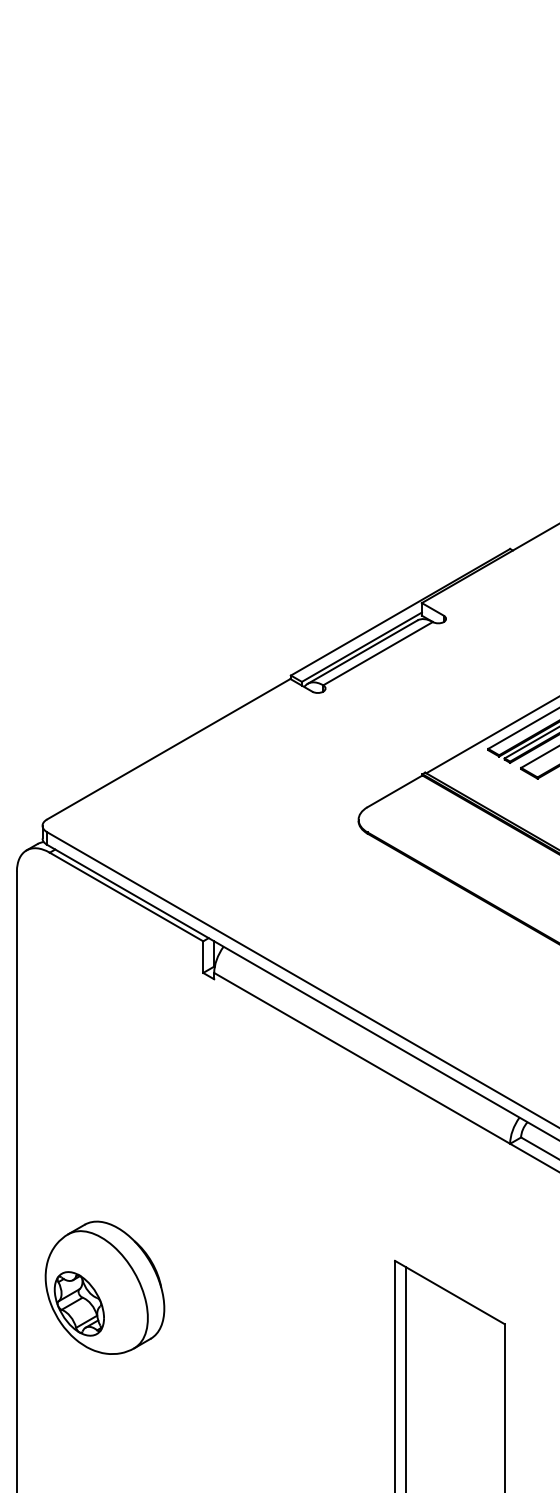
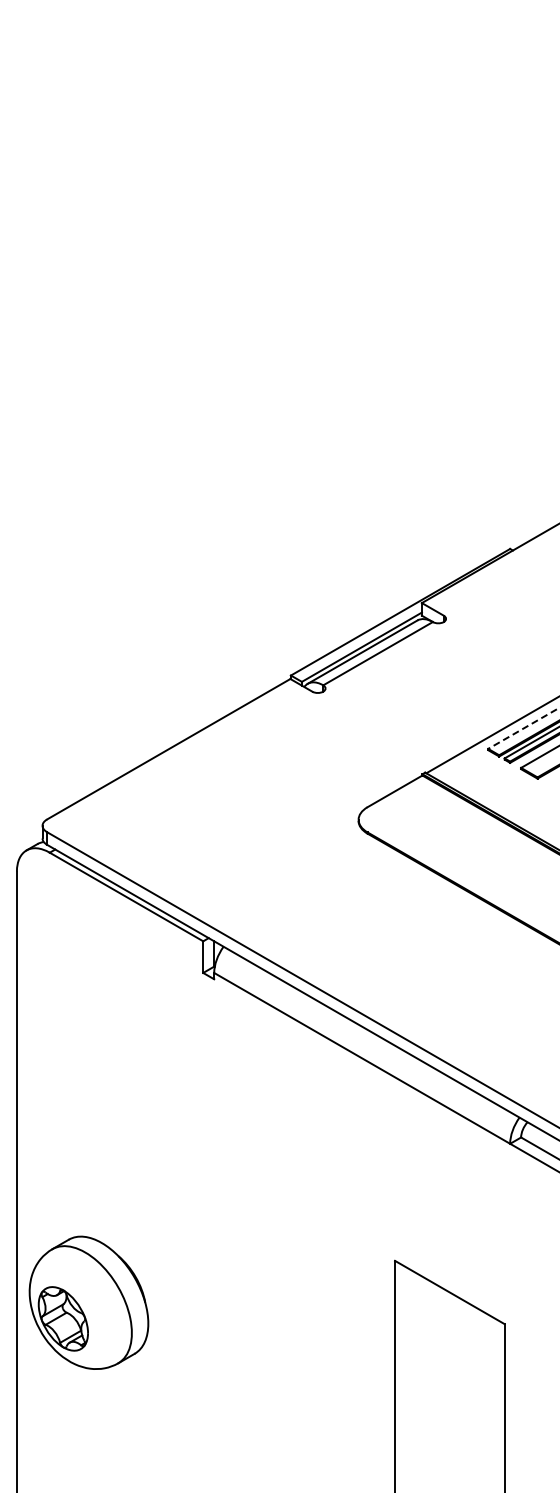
line at (523, 728): solid -> dashed
part at (104, 1287) position: (104, 1287) -> (88, 1302)
line at (406, 1378): present -> none
